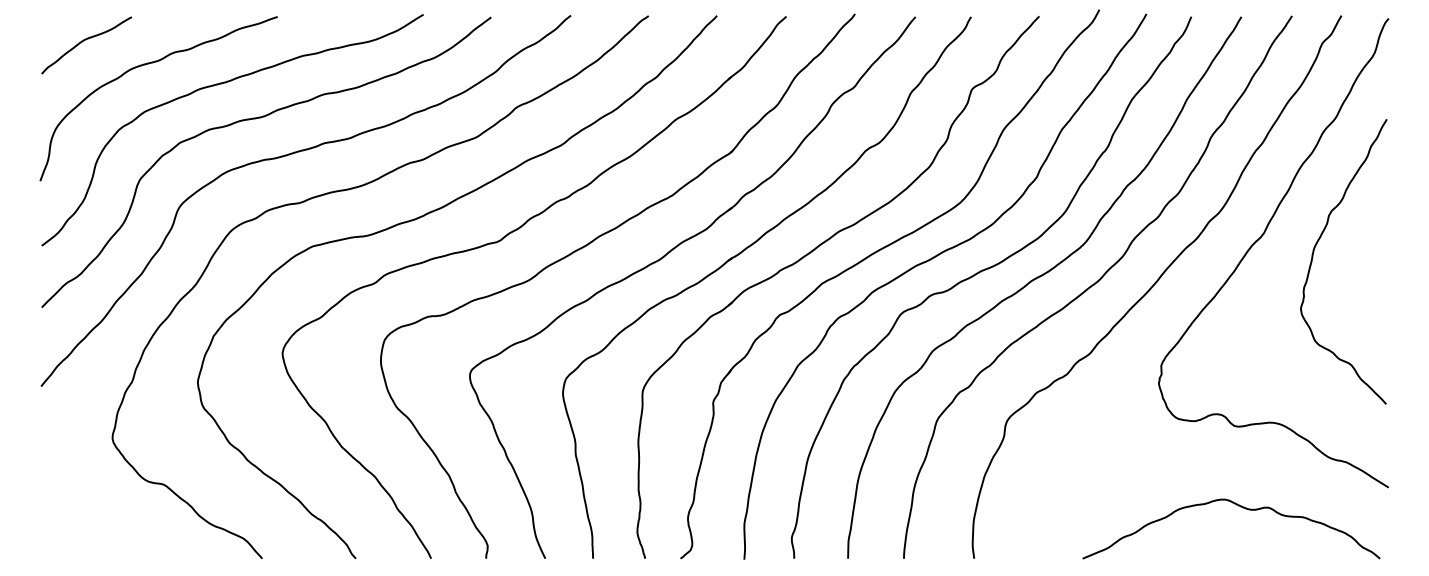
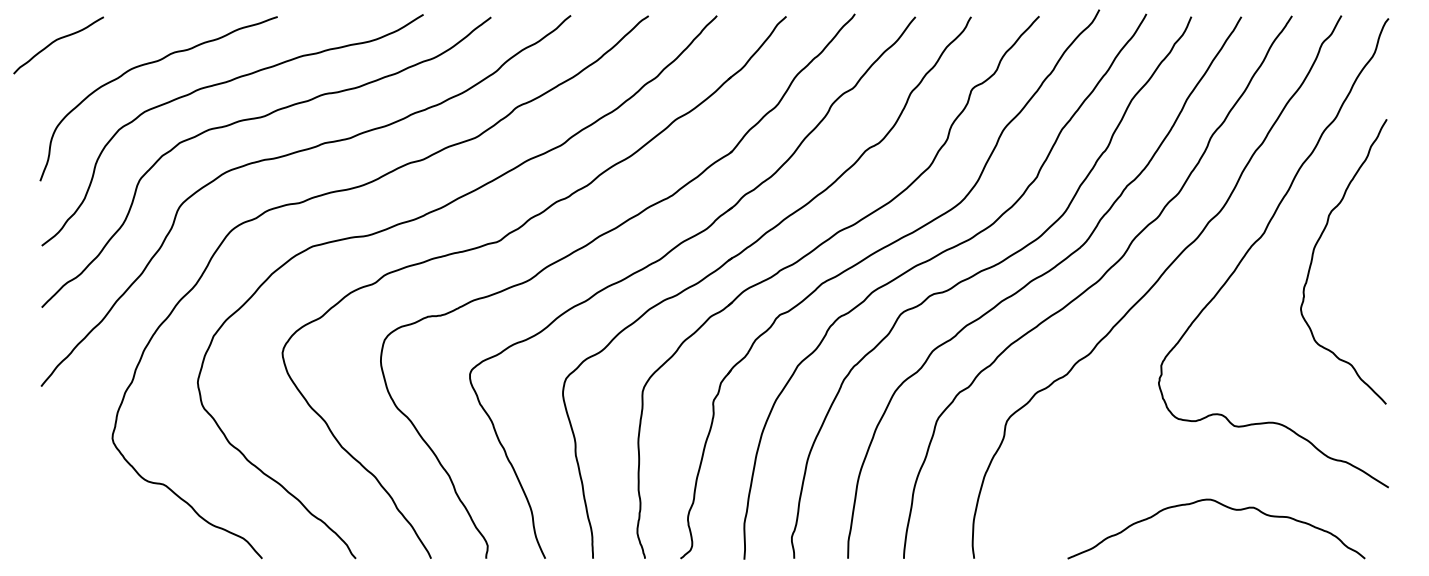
curve at (84, 41) position: (84, 41) -> (56, 41)
curve at (1240, 507) position: (1240, 507) -> (1225, 507)
